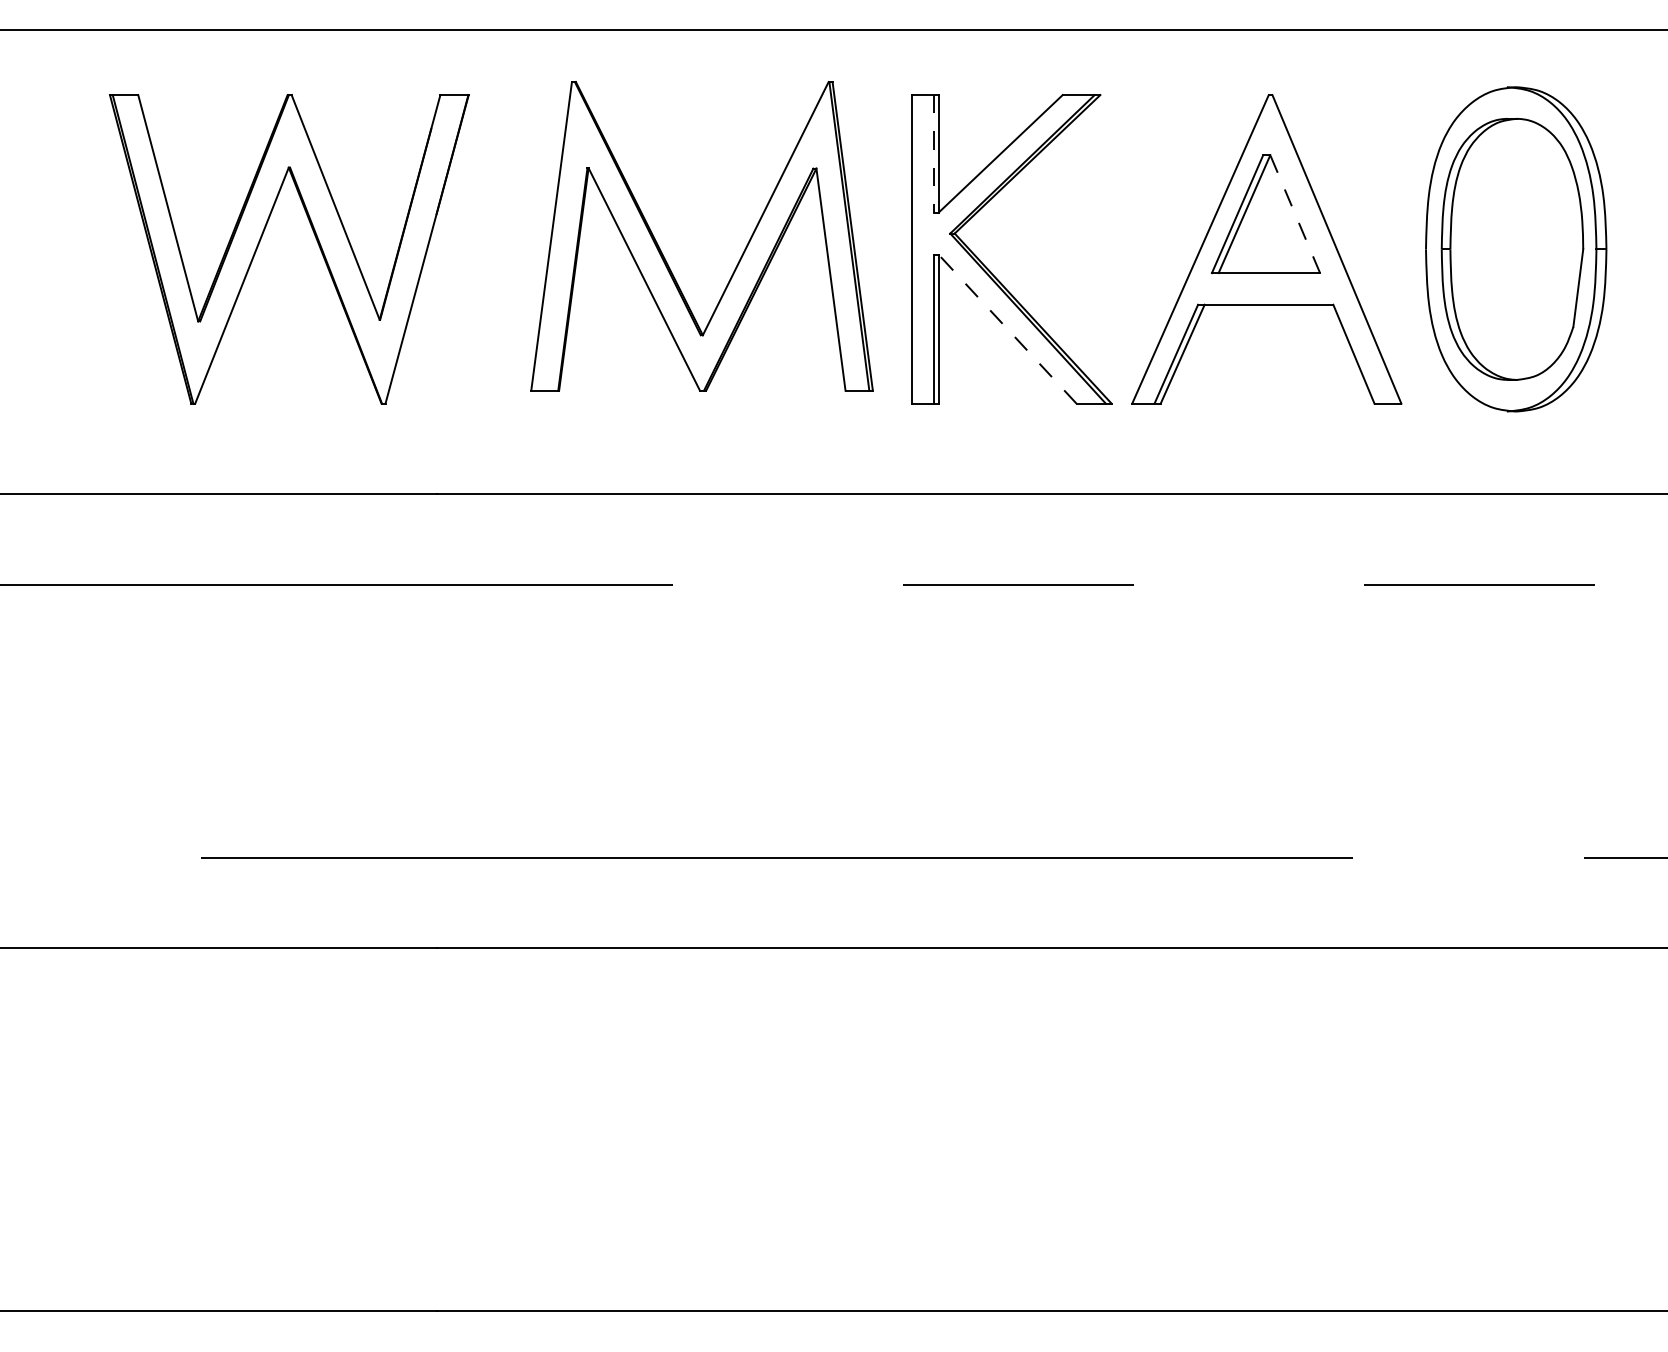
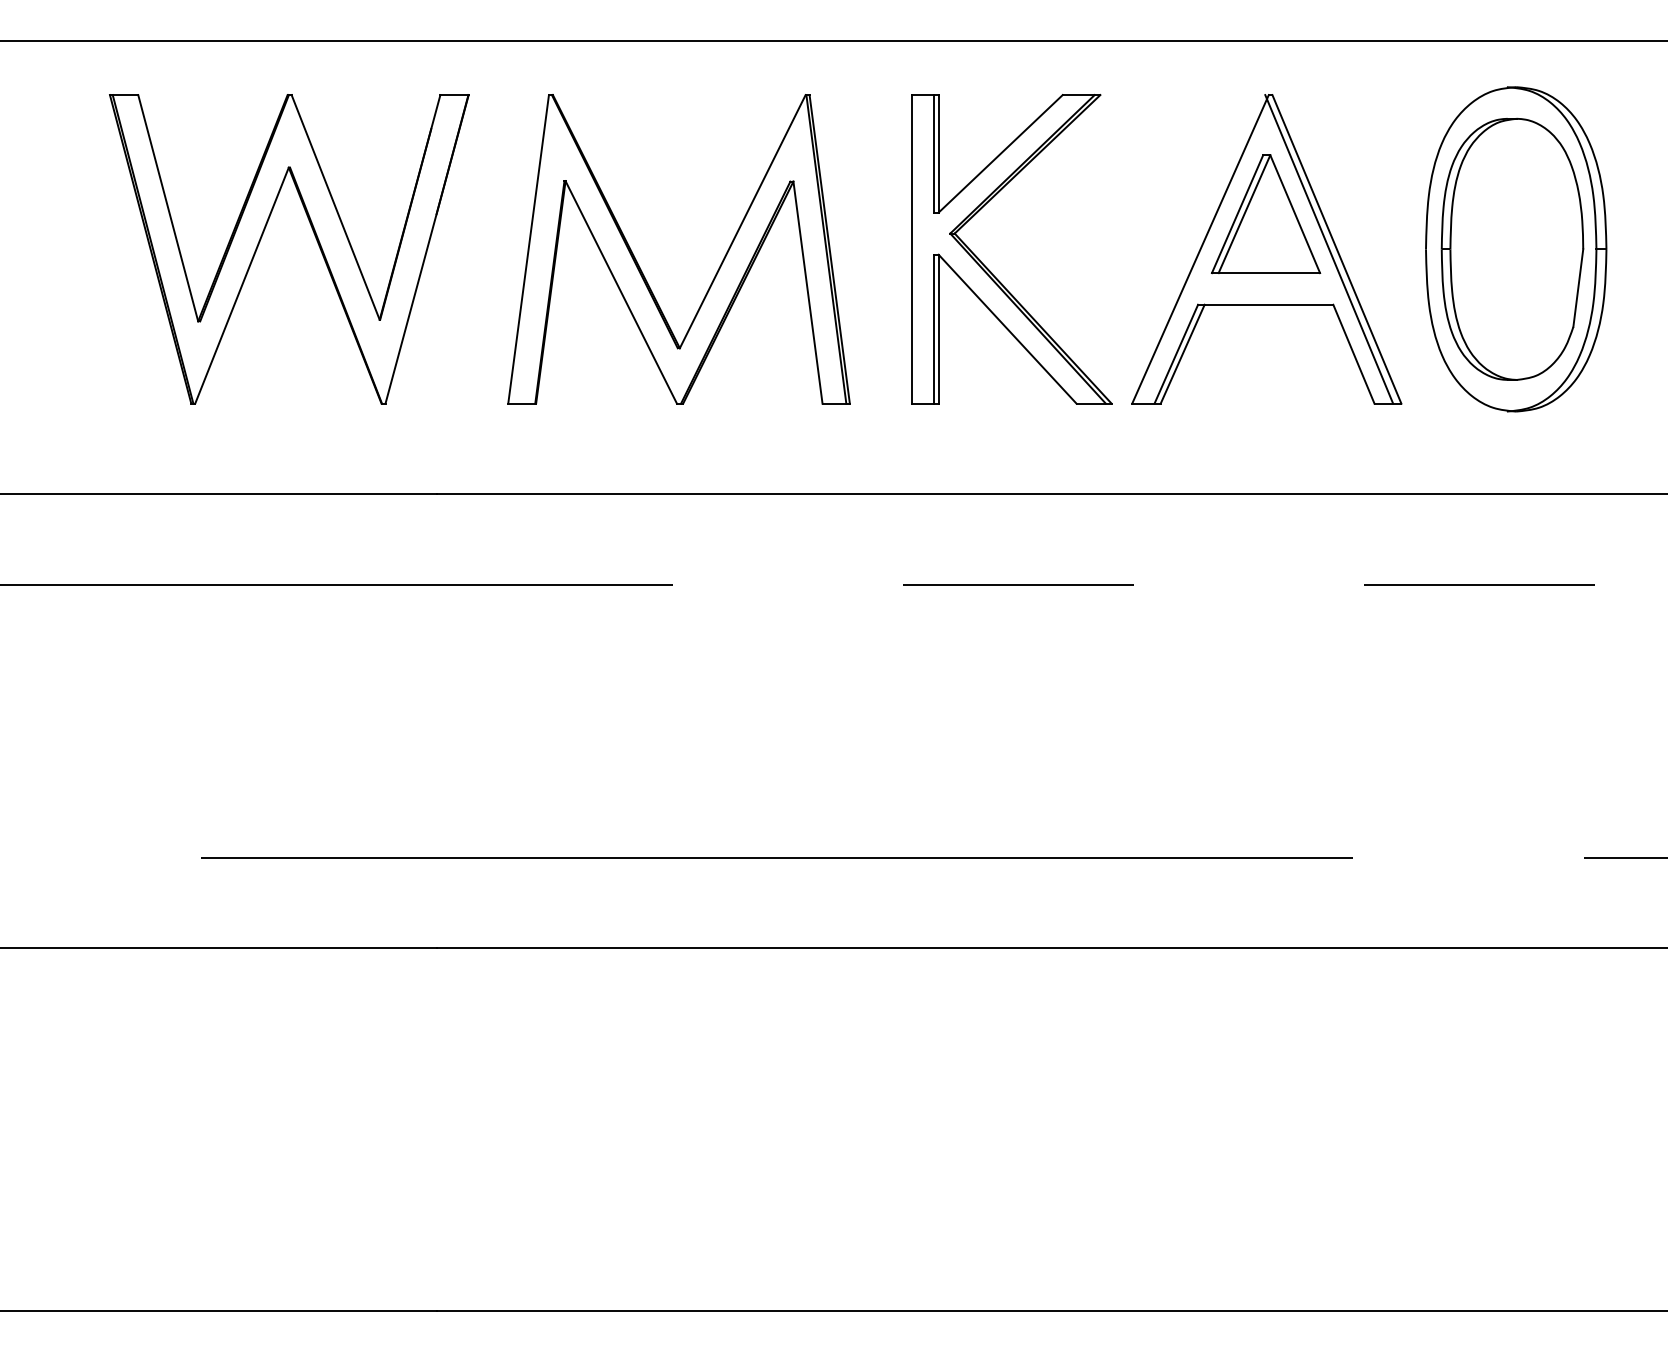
line at (833, 29) position: (833, 29) -> (833, 40)
line at (934, 153): dashed -> solid
line at (1295, 214): dashed -> solid
line at (1329, 249): none -> present
part at (663, 254) position: (663, 254) -> (640, 267)
line at (1007, 328): dashed -> solid
